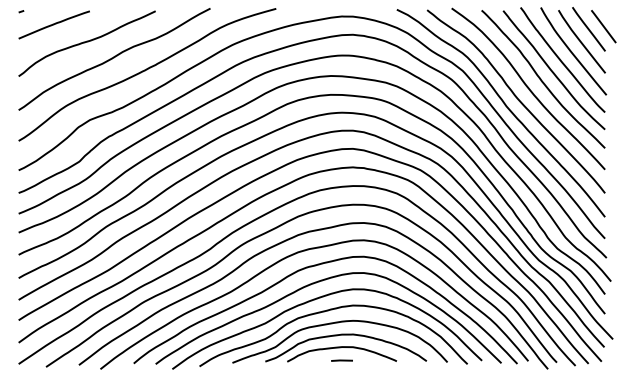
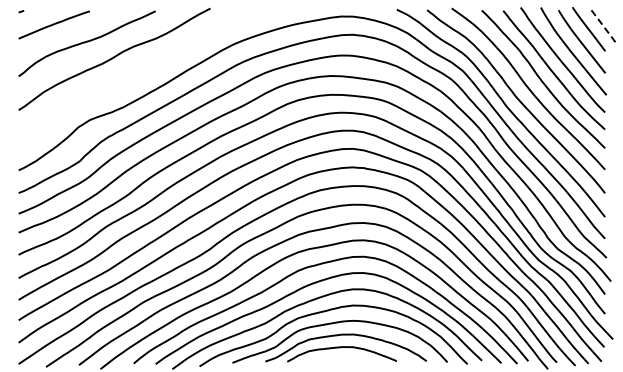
line at (603, 26): solid -> dashed
curve at (145, 71): present -> none
line at (341, 360): present -> none
